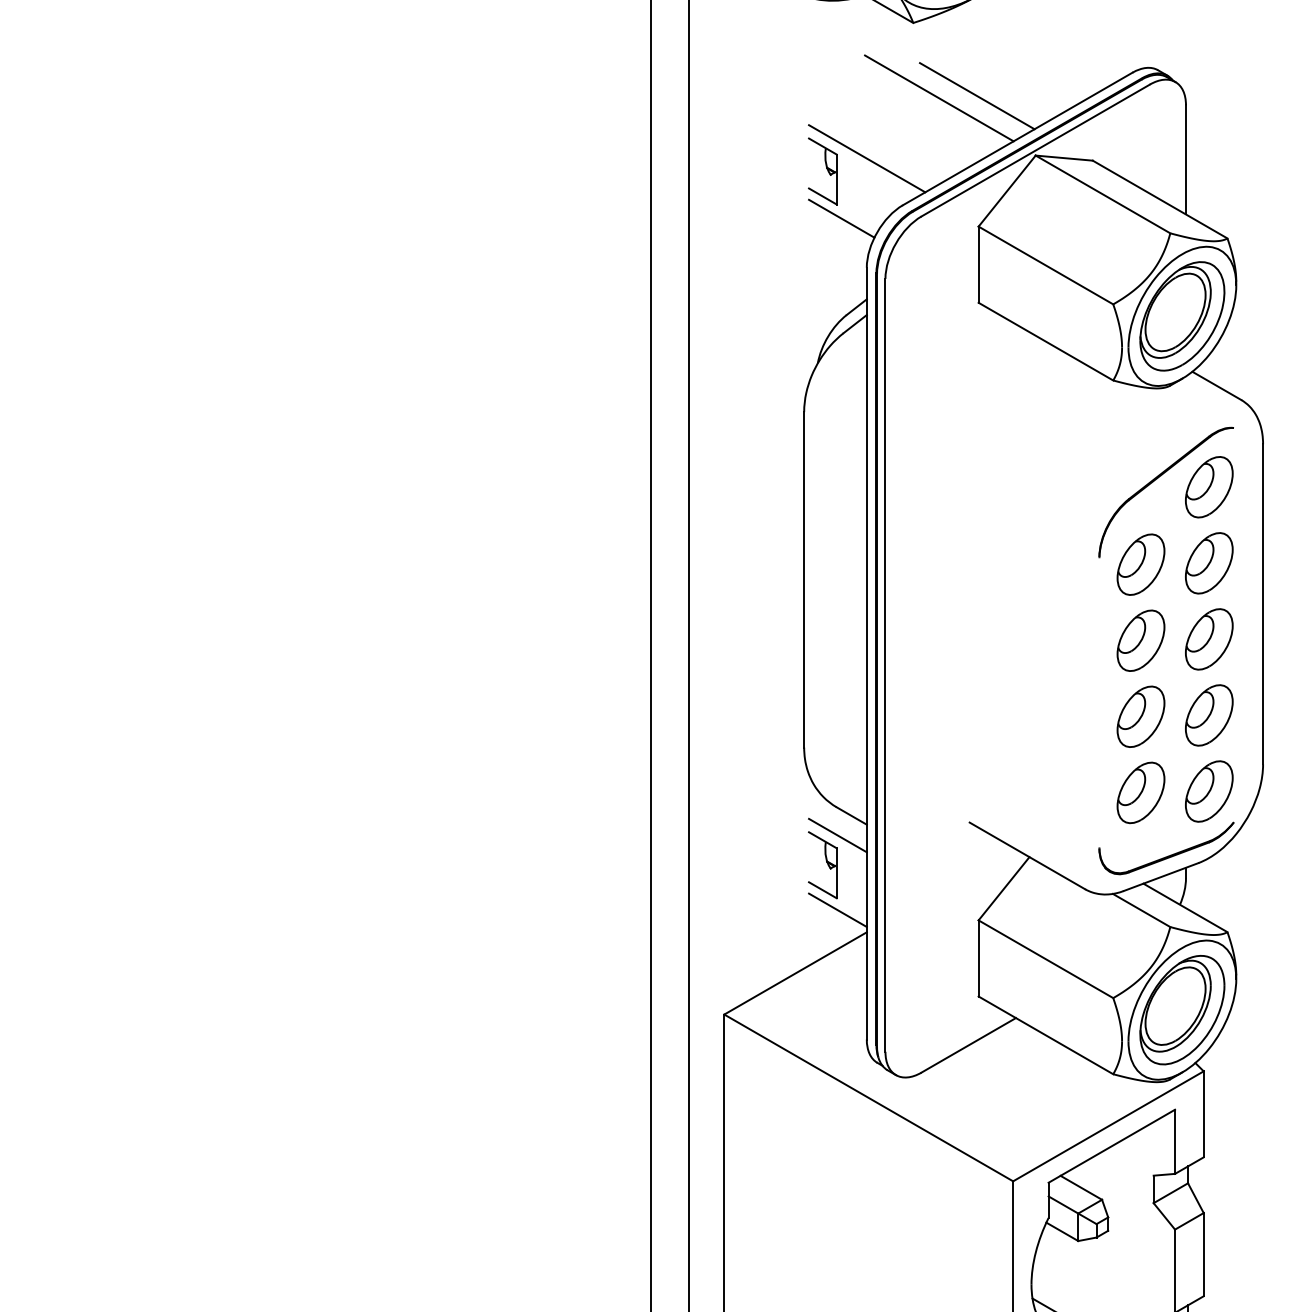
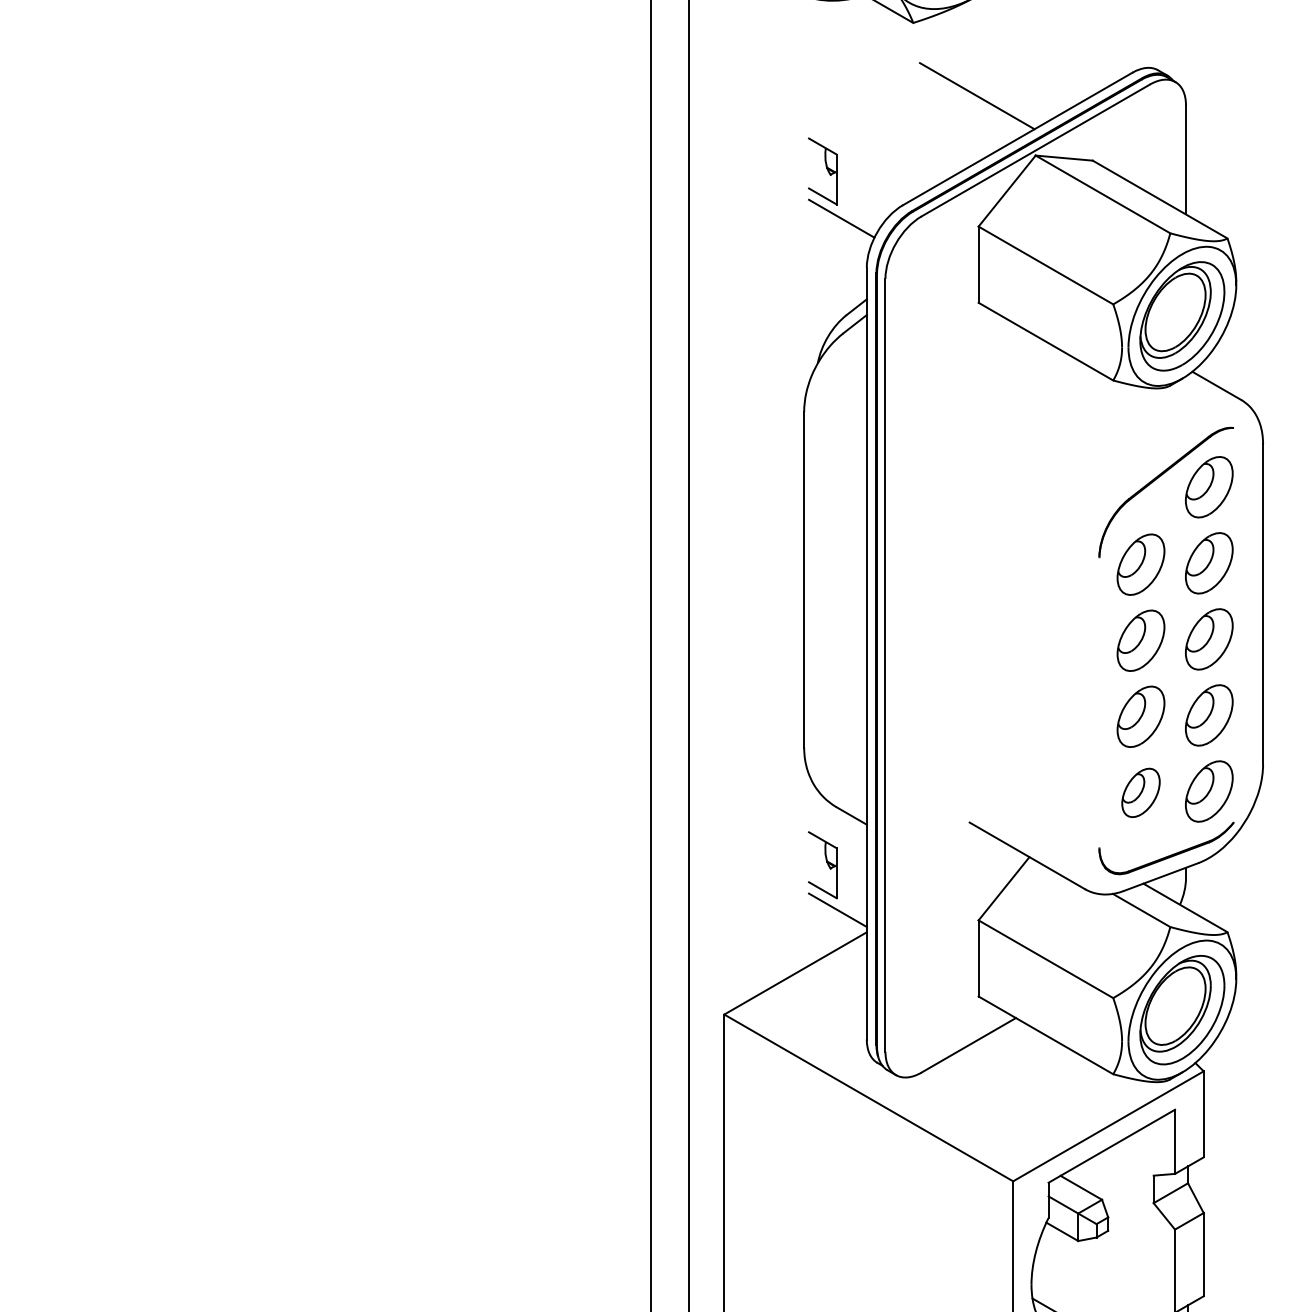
line at (939, 98): present -> none
line at (867, 158): present -> none
part at (1140, 792) size: 50x64 px -> 40x51 px
line at (837, 835): present -> none
